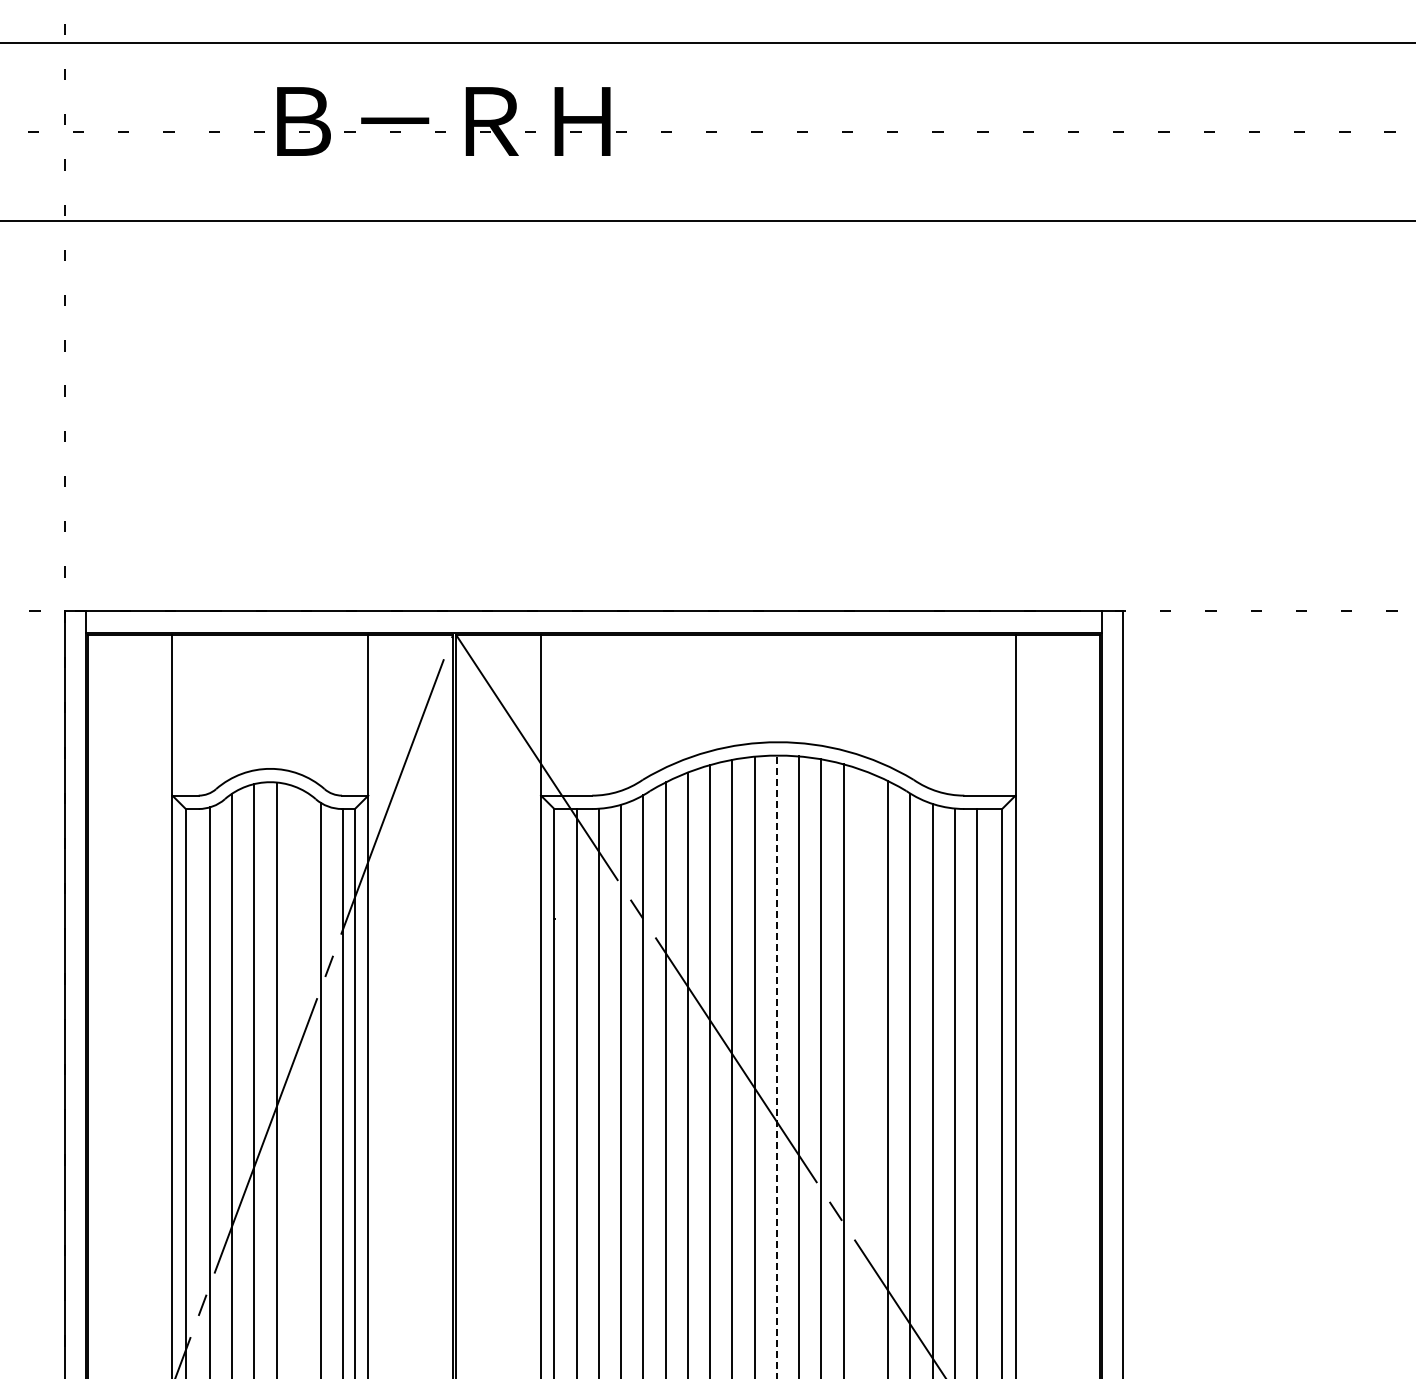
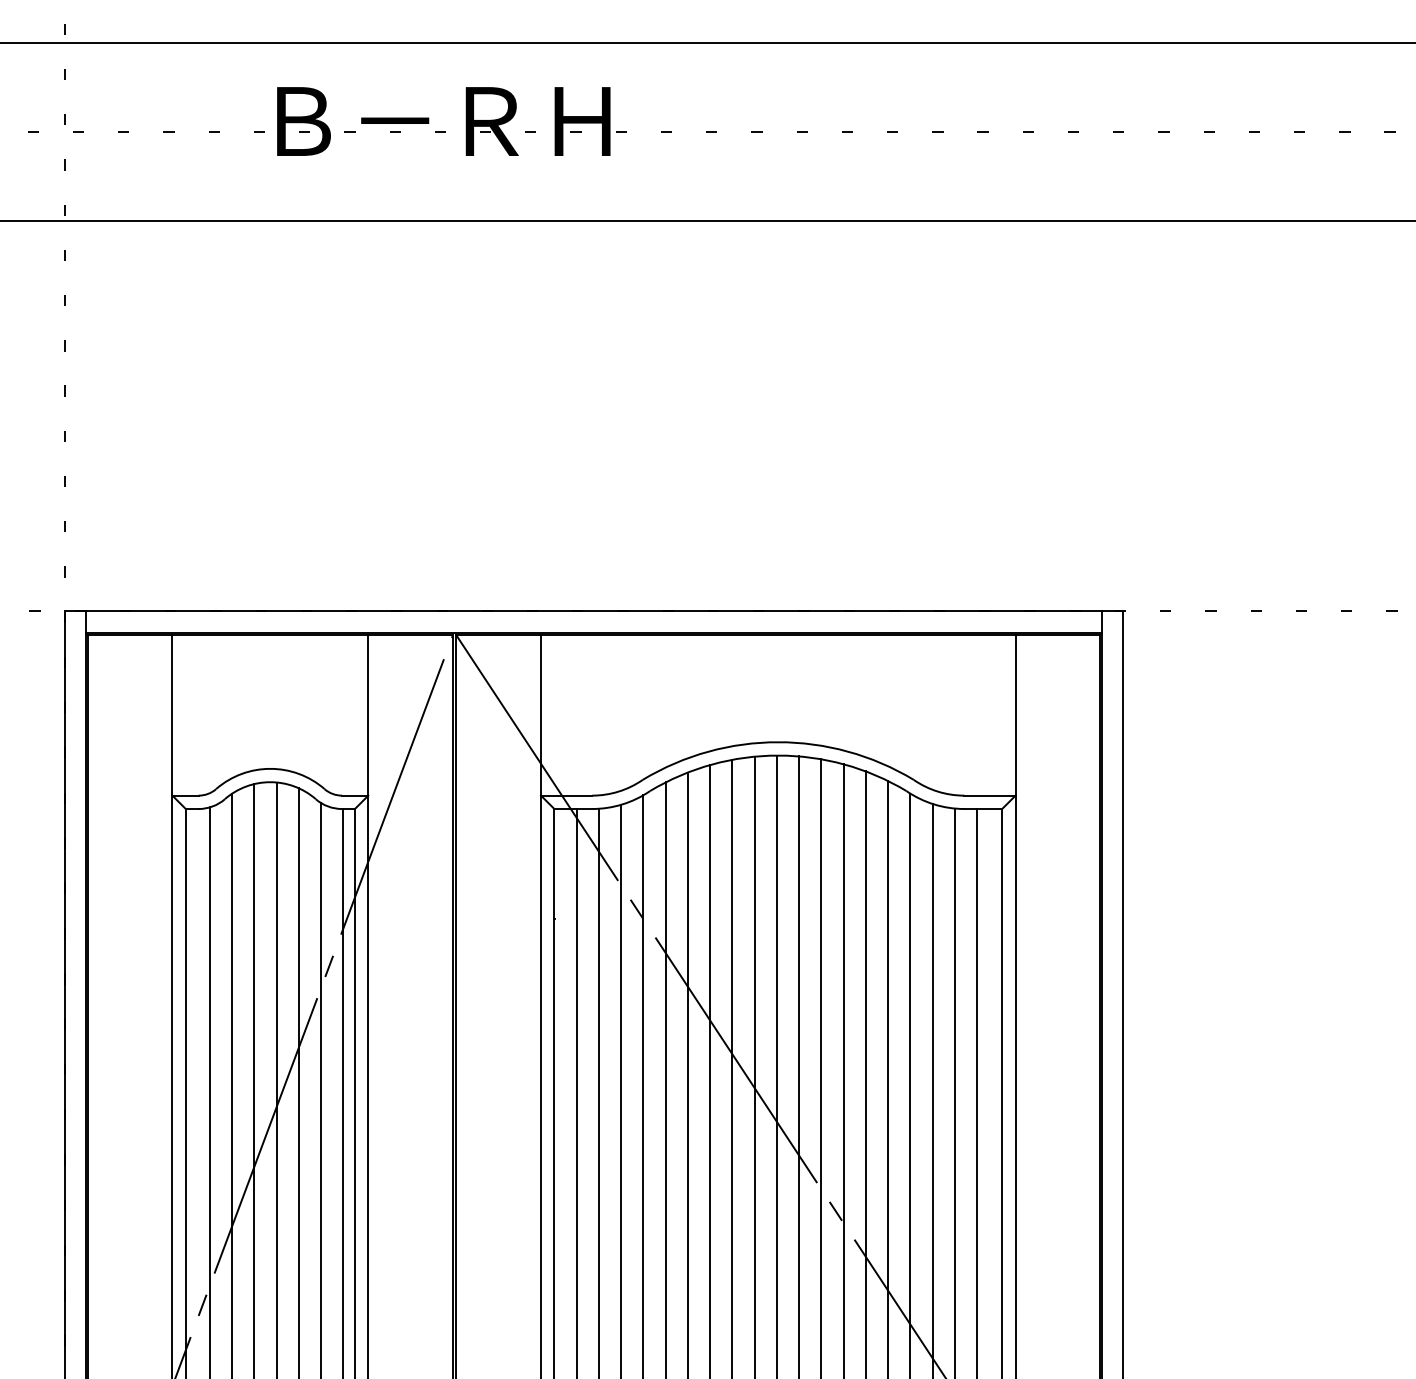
line at (776, 1066): dashed -> solid
line at (865, 1073): none -> present
line at (298, 1081): none -> present
